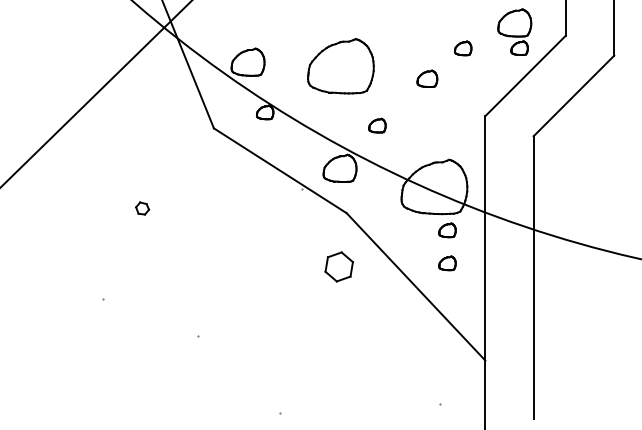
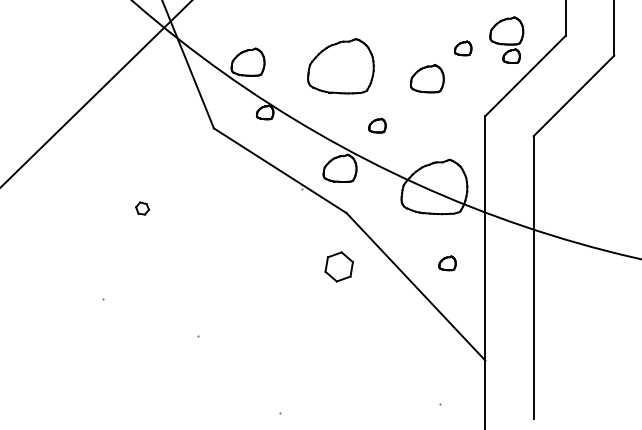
part at (514, 31) position: (514, 31) -> (506, 39)
part at (427, 78) size: 23x19 px -> 35x30 px
part at (447, 230): present -> none
